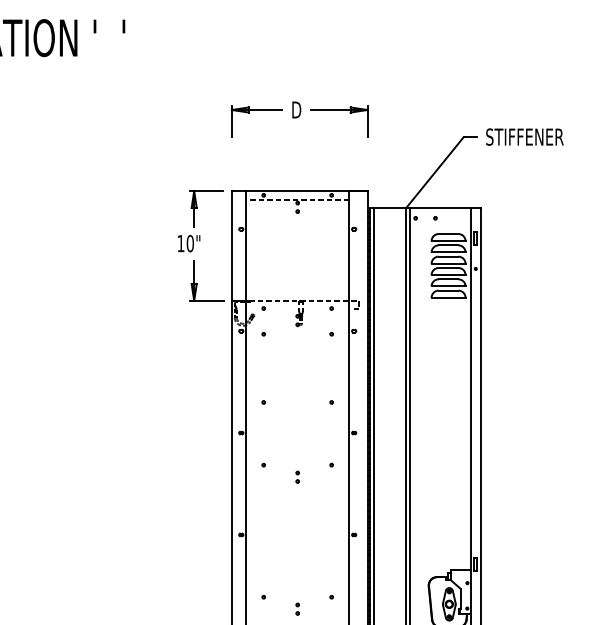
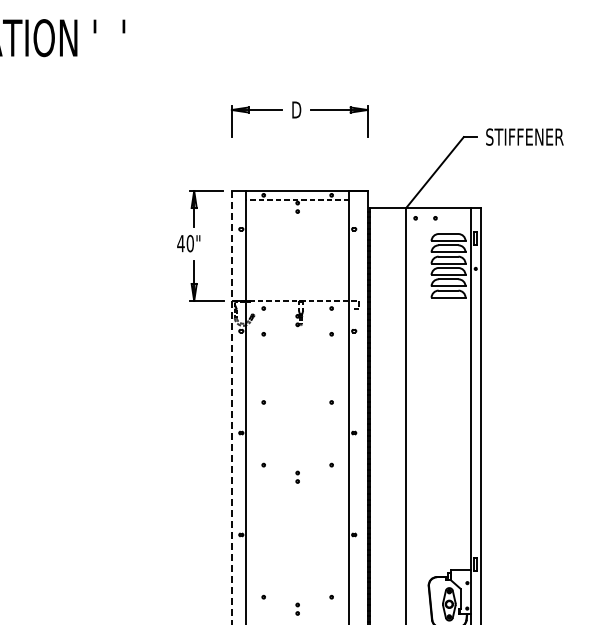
text at (180, 243): 10" -> 40"
line at (231, 407): solid -> dashed
line at (373, 414): present -> none
line at (410, 414): present -> none
